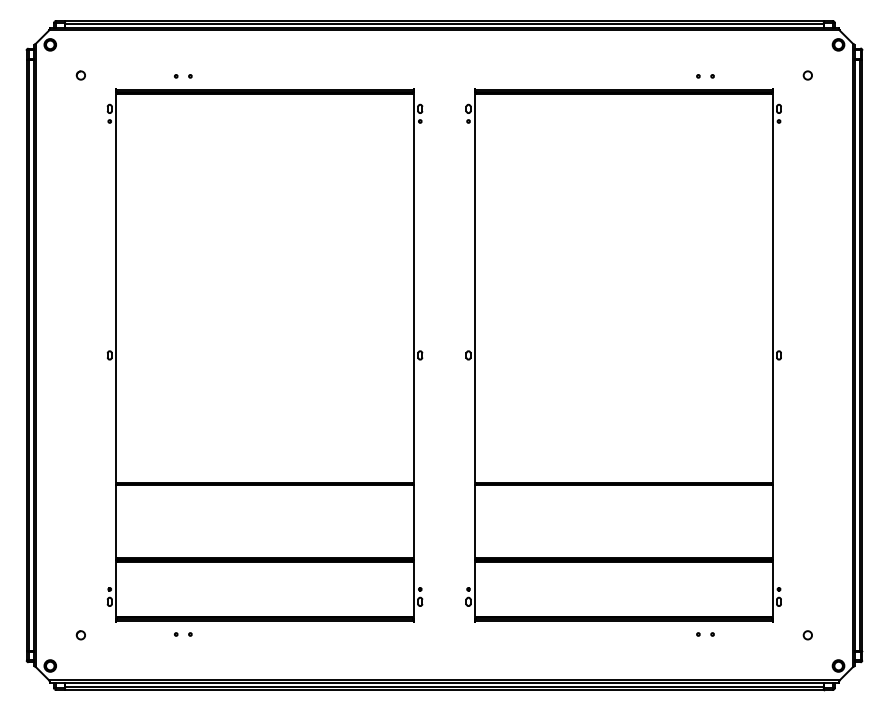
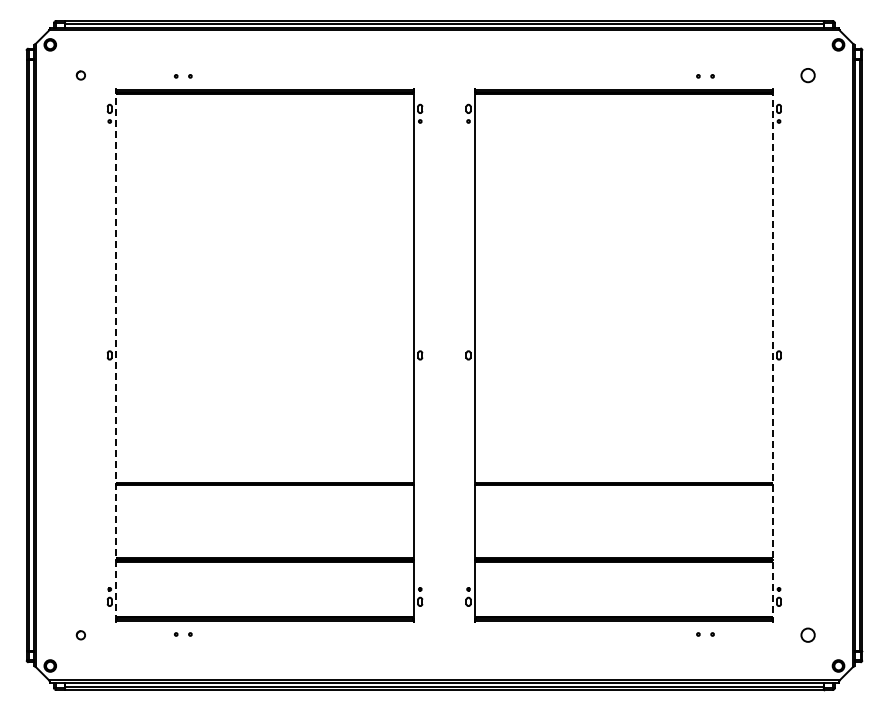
circle at (807, 75) size: 11x11 px -> 16x16 px
line at (116, 355): solid -> dashed
line at (772, 355): solid -> dashed
circle at (807, 635) size: 11x11 px -> 16x16 px
